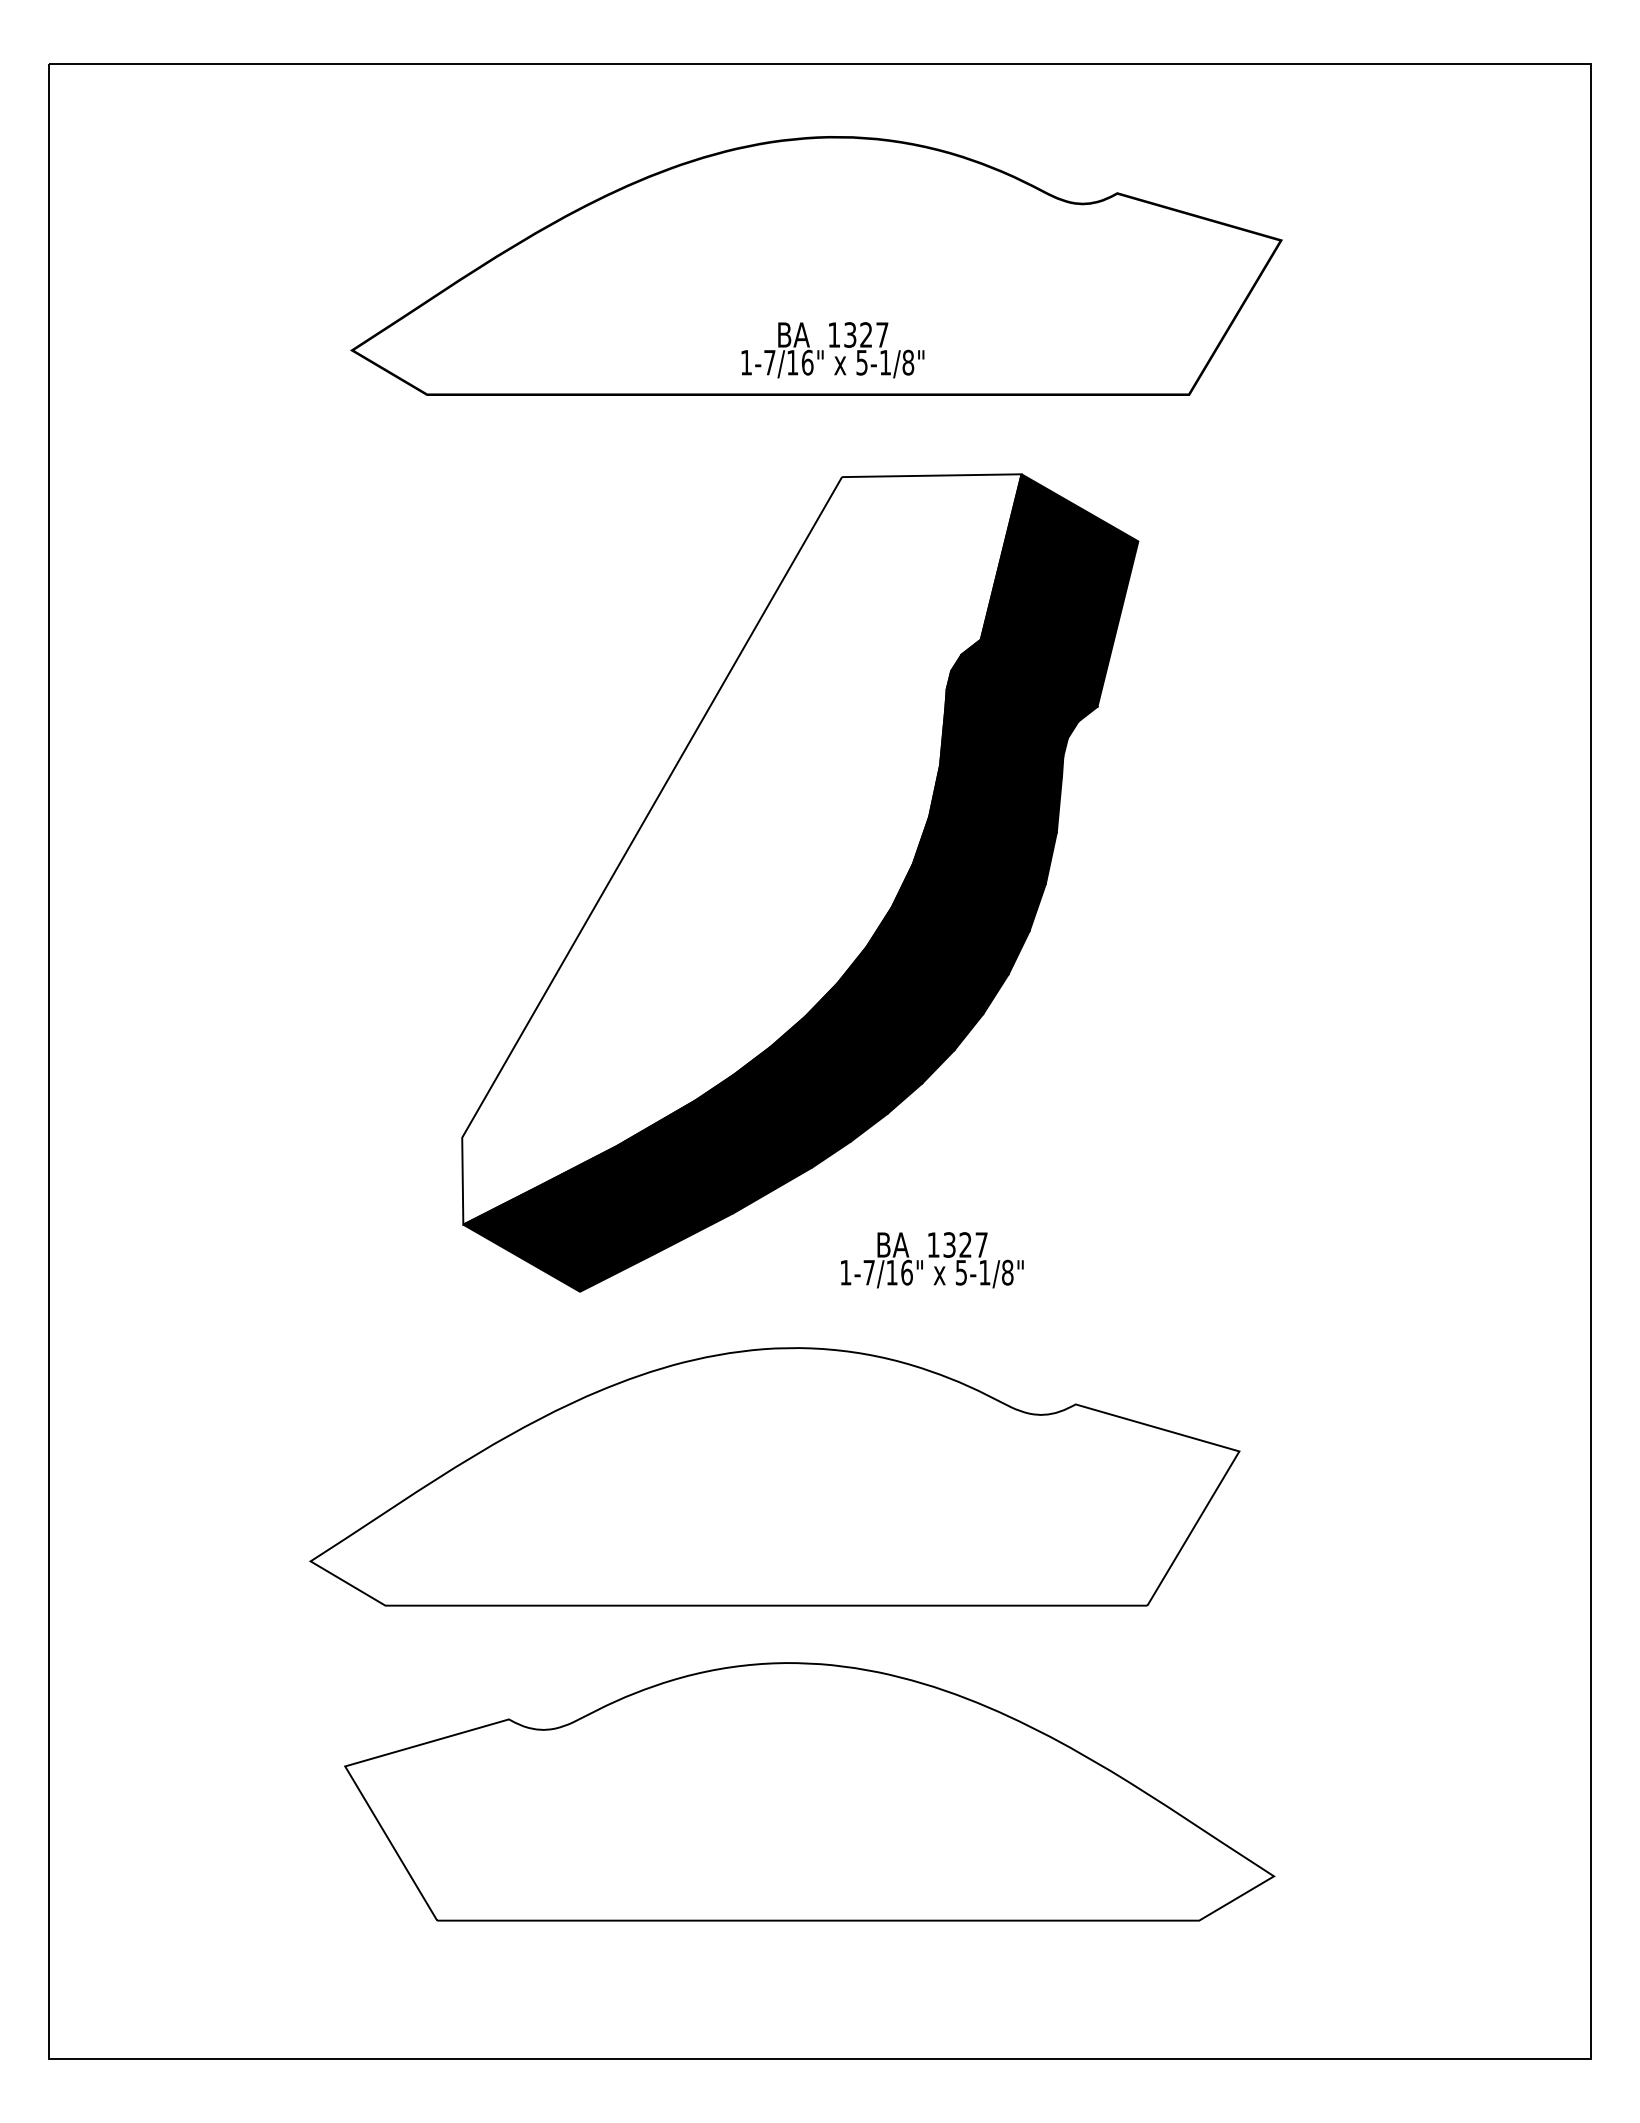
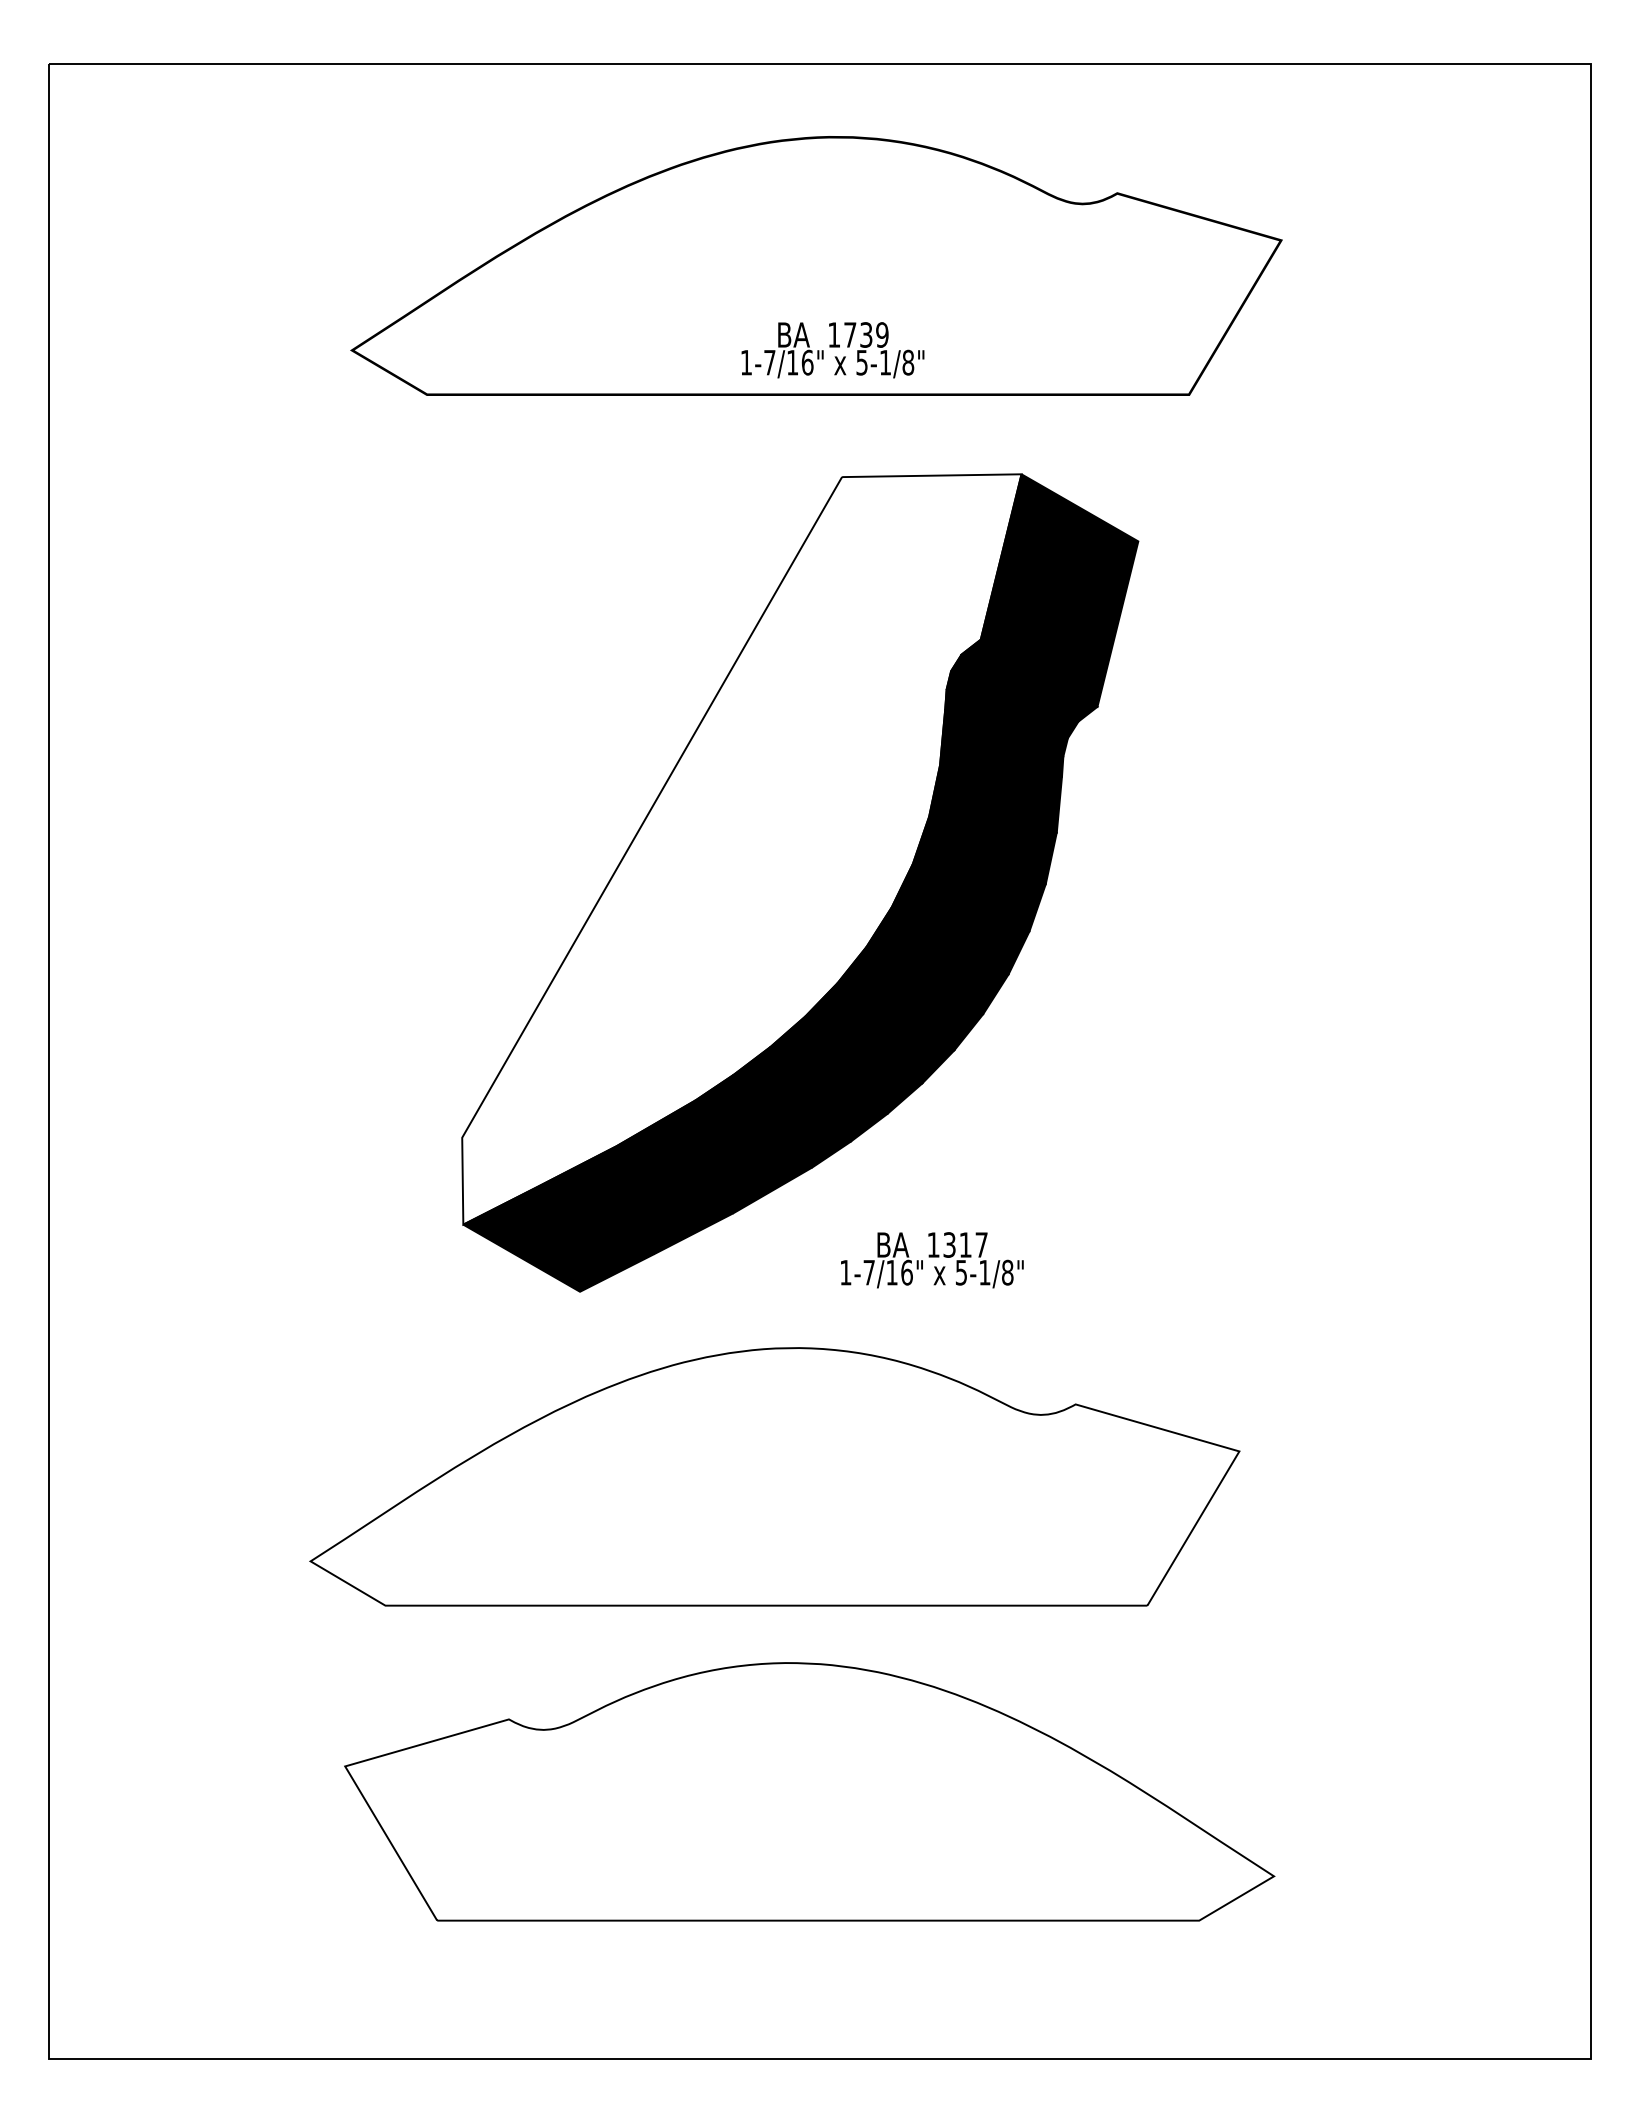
text at (866, 334): 1327 -> 1739
text at (965, 1244): 1327 -> 1317
